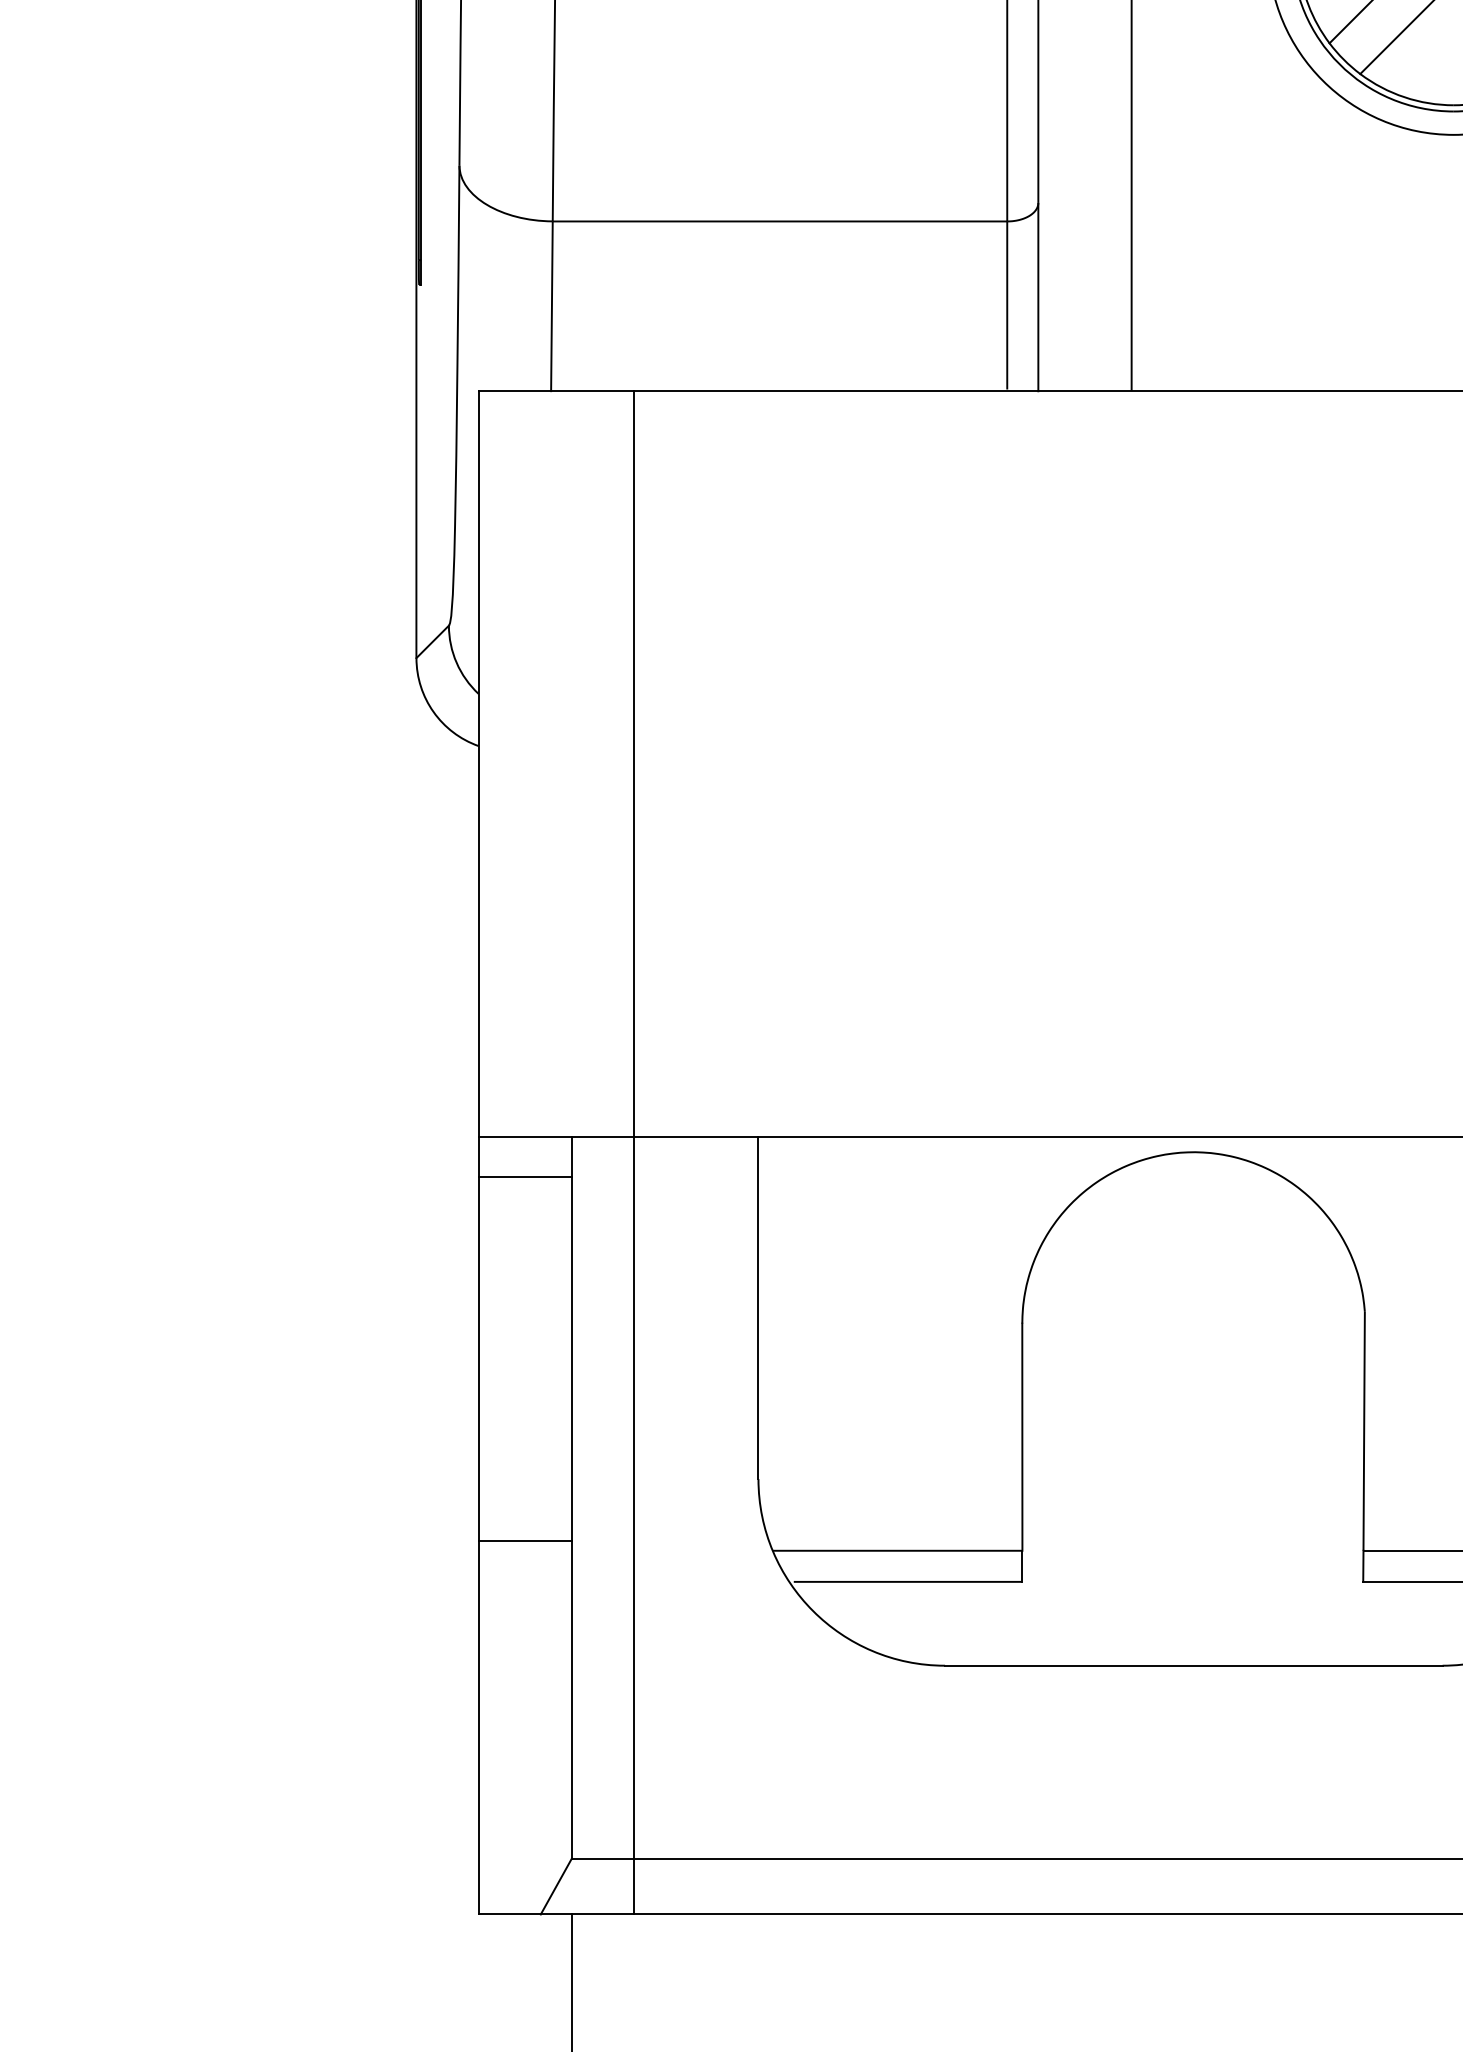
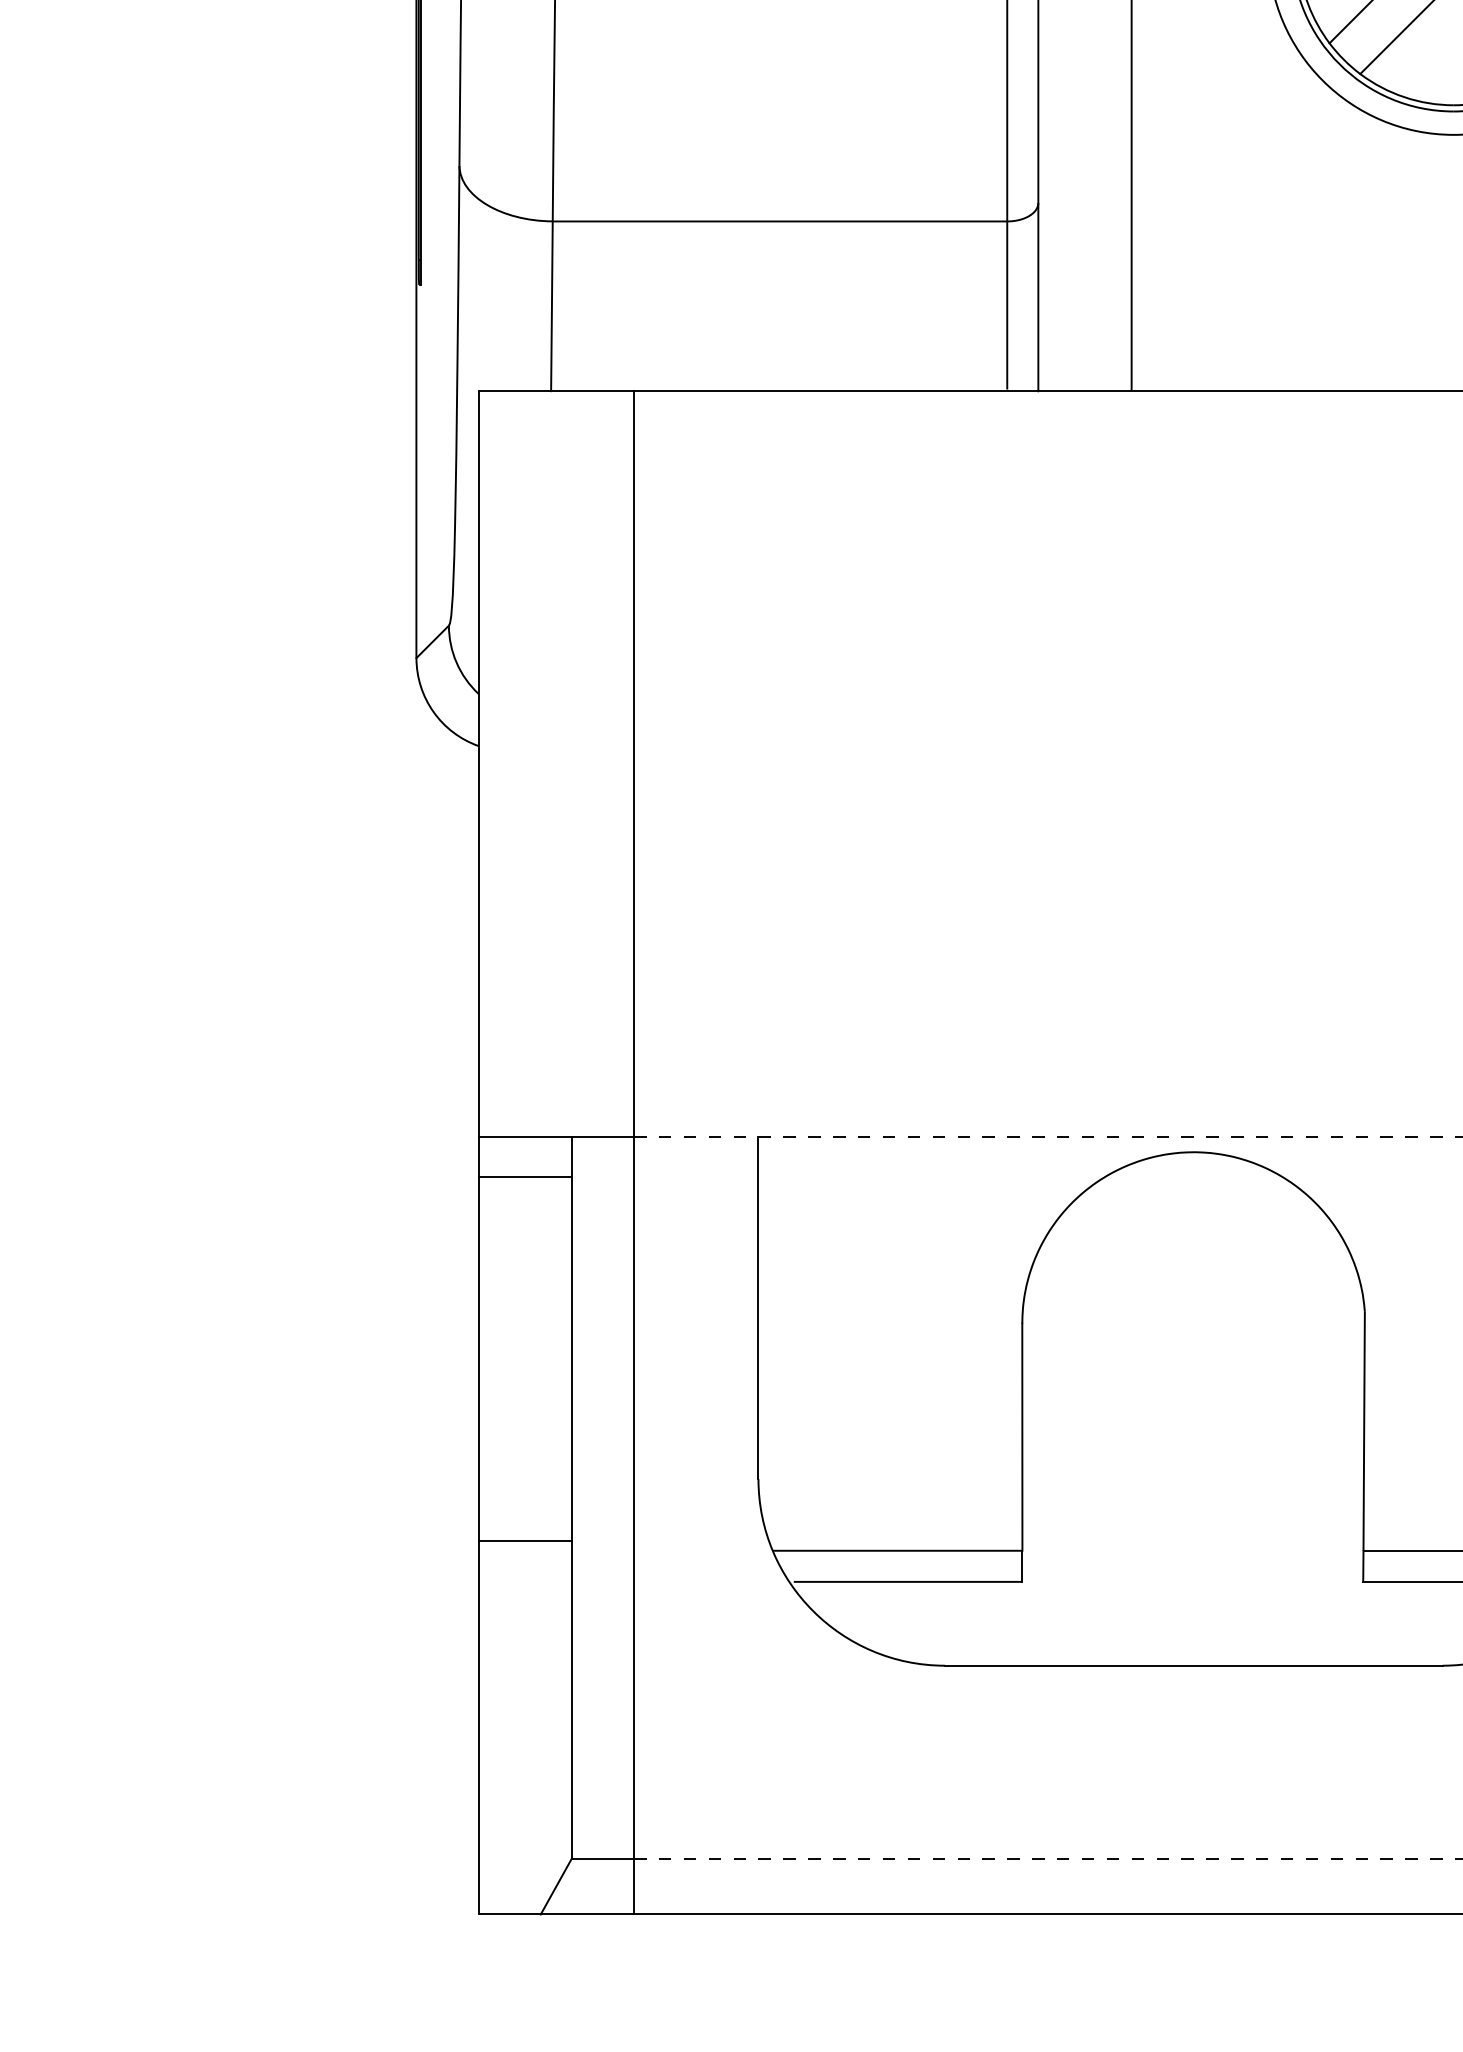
line at (1048, 1137): solid -> dashed
line at (1048, 1858): solid -> dashed
line at (571, 1981): present -> none
